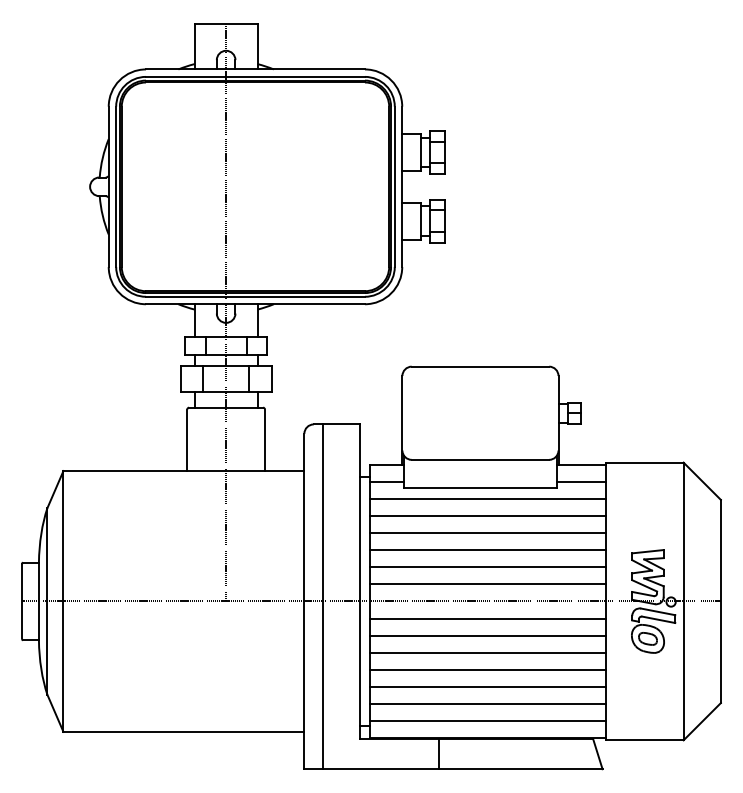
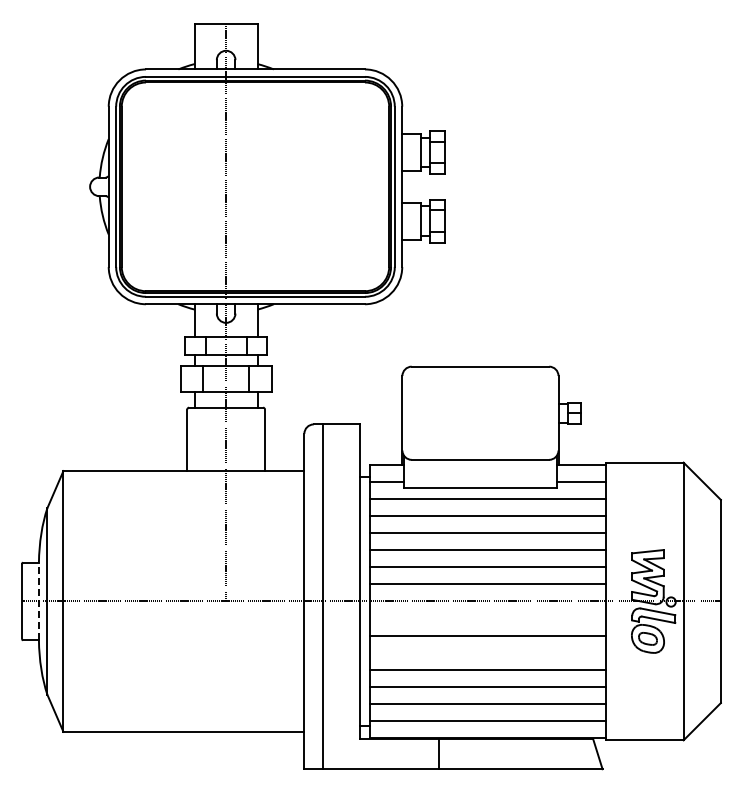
line at (38, 601): solid -> dashed
line at (487, 618): present -> none
line at (487, 652): present -> none
